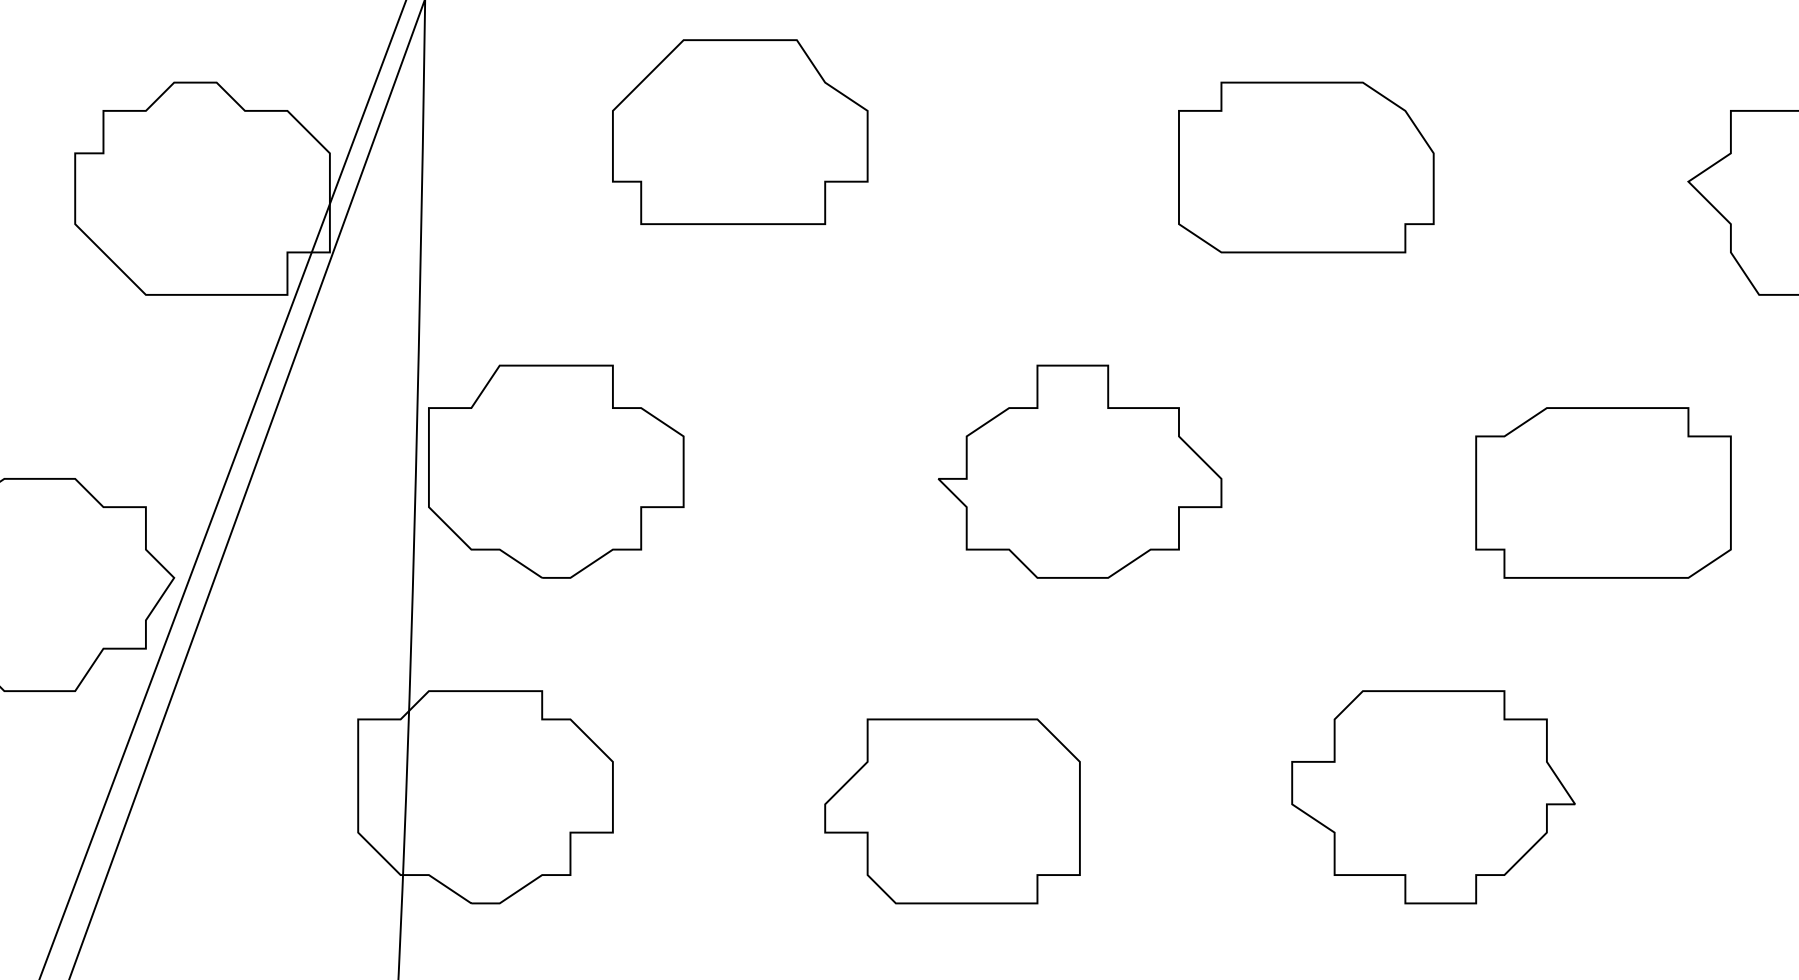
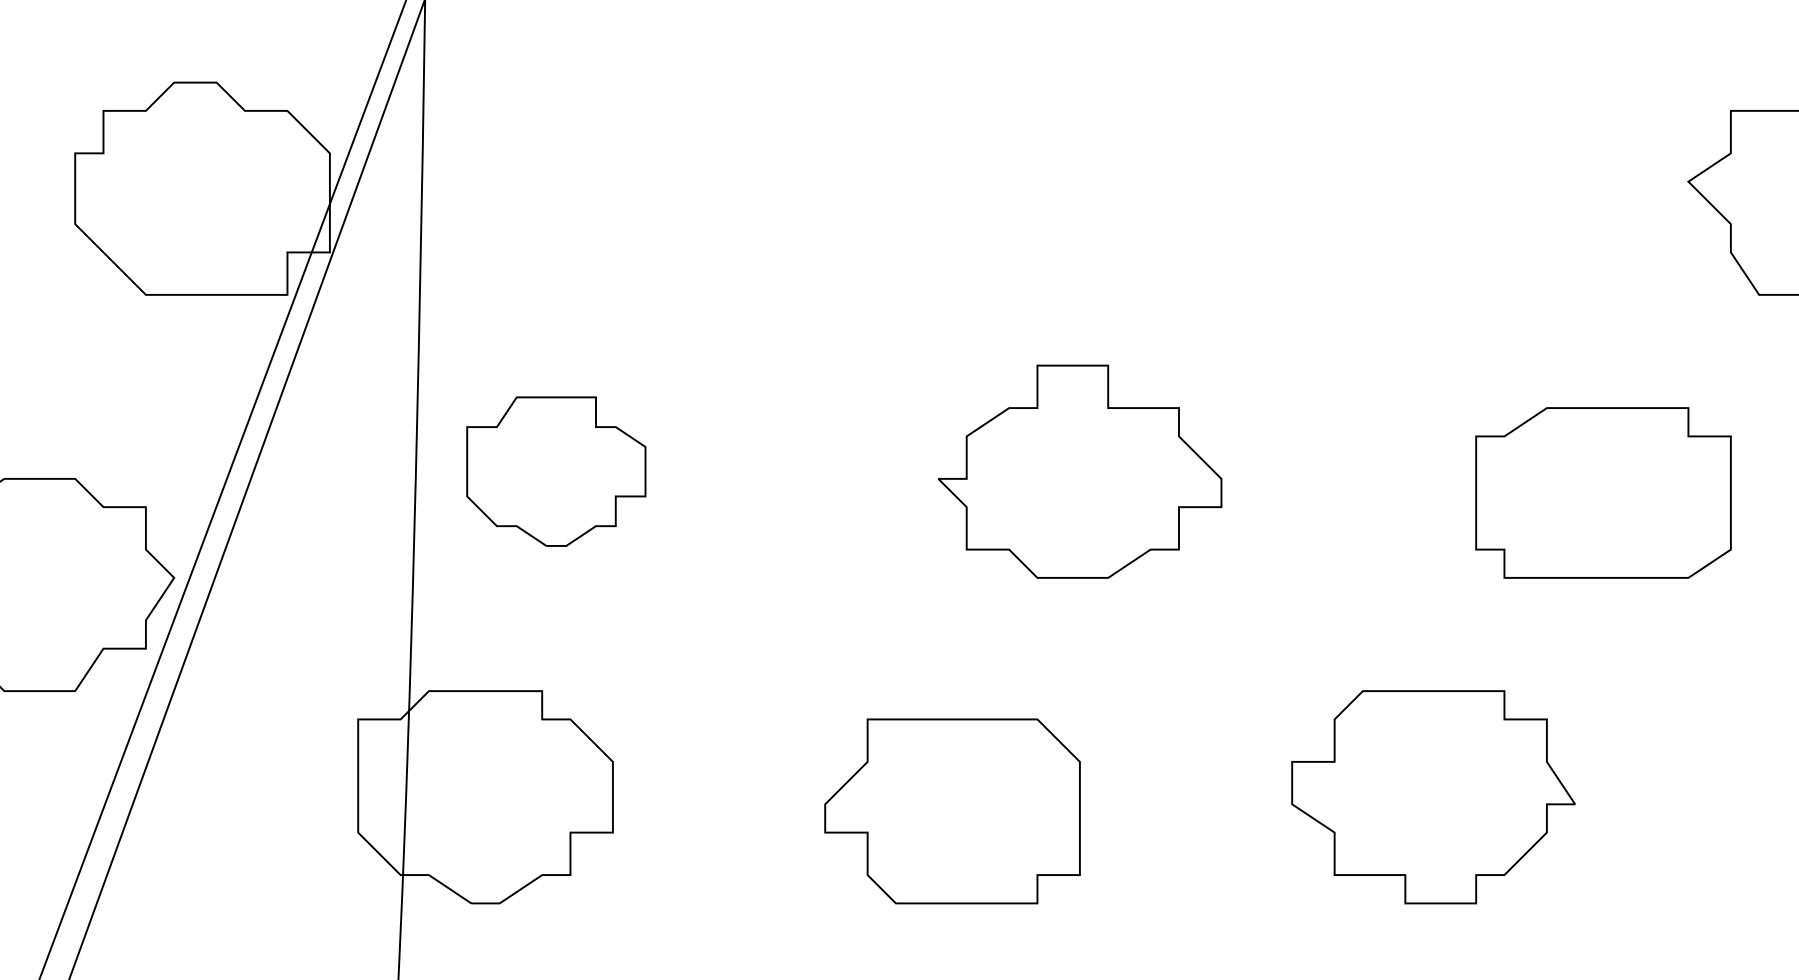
part at (740, 131): present -> none
part at (1306, 167): present -> none
part at (556, 471) size: 257x215 px -> 181x151 px
